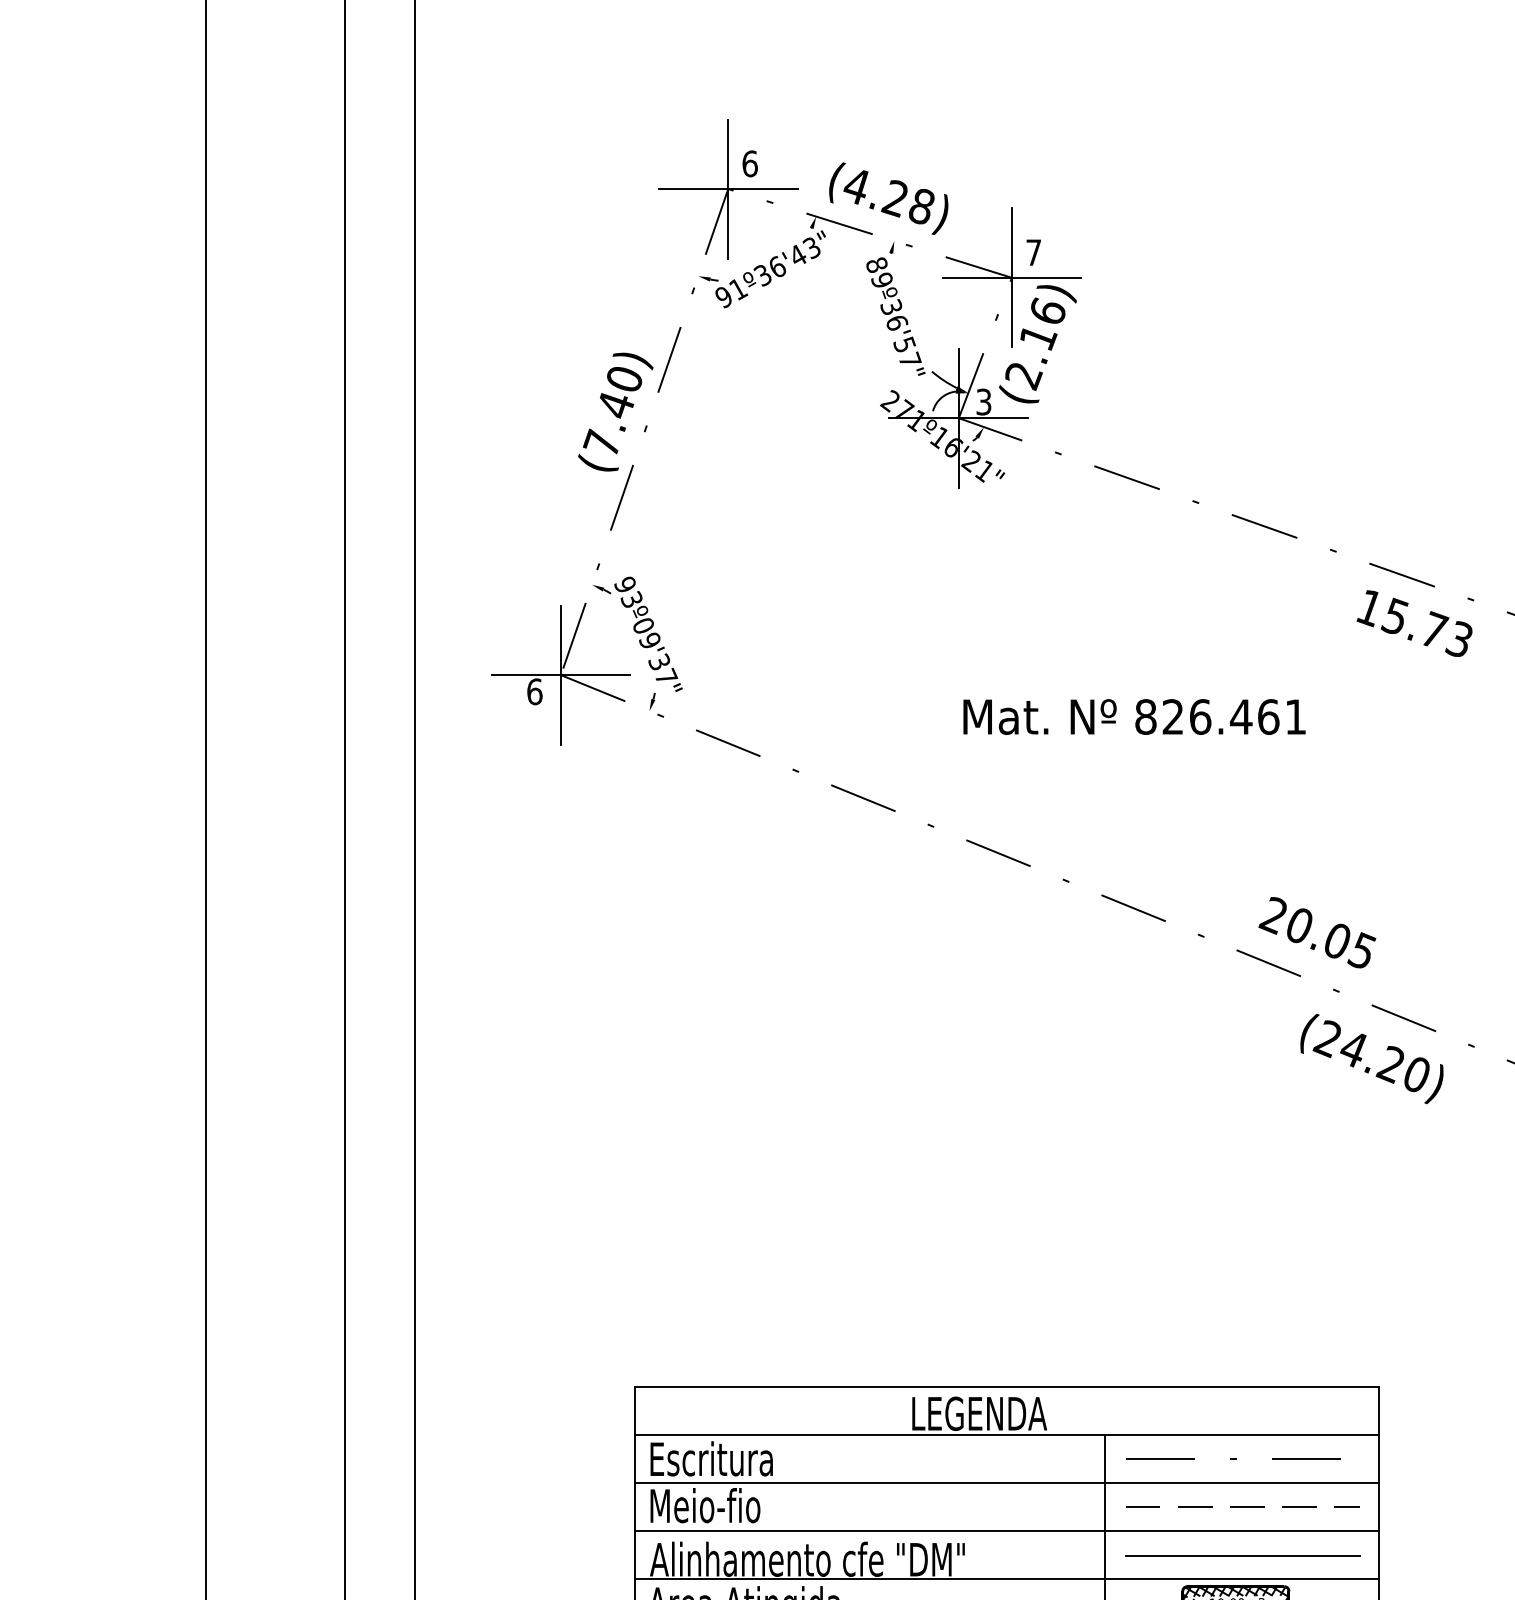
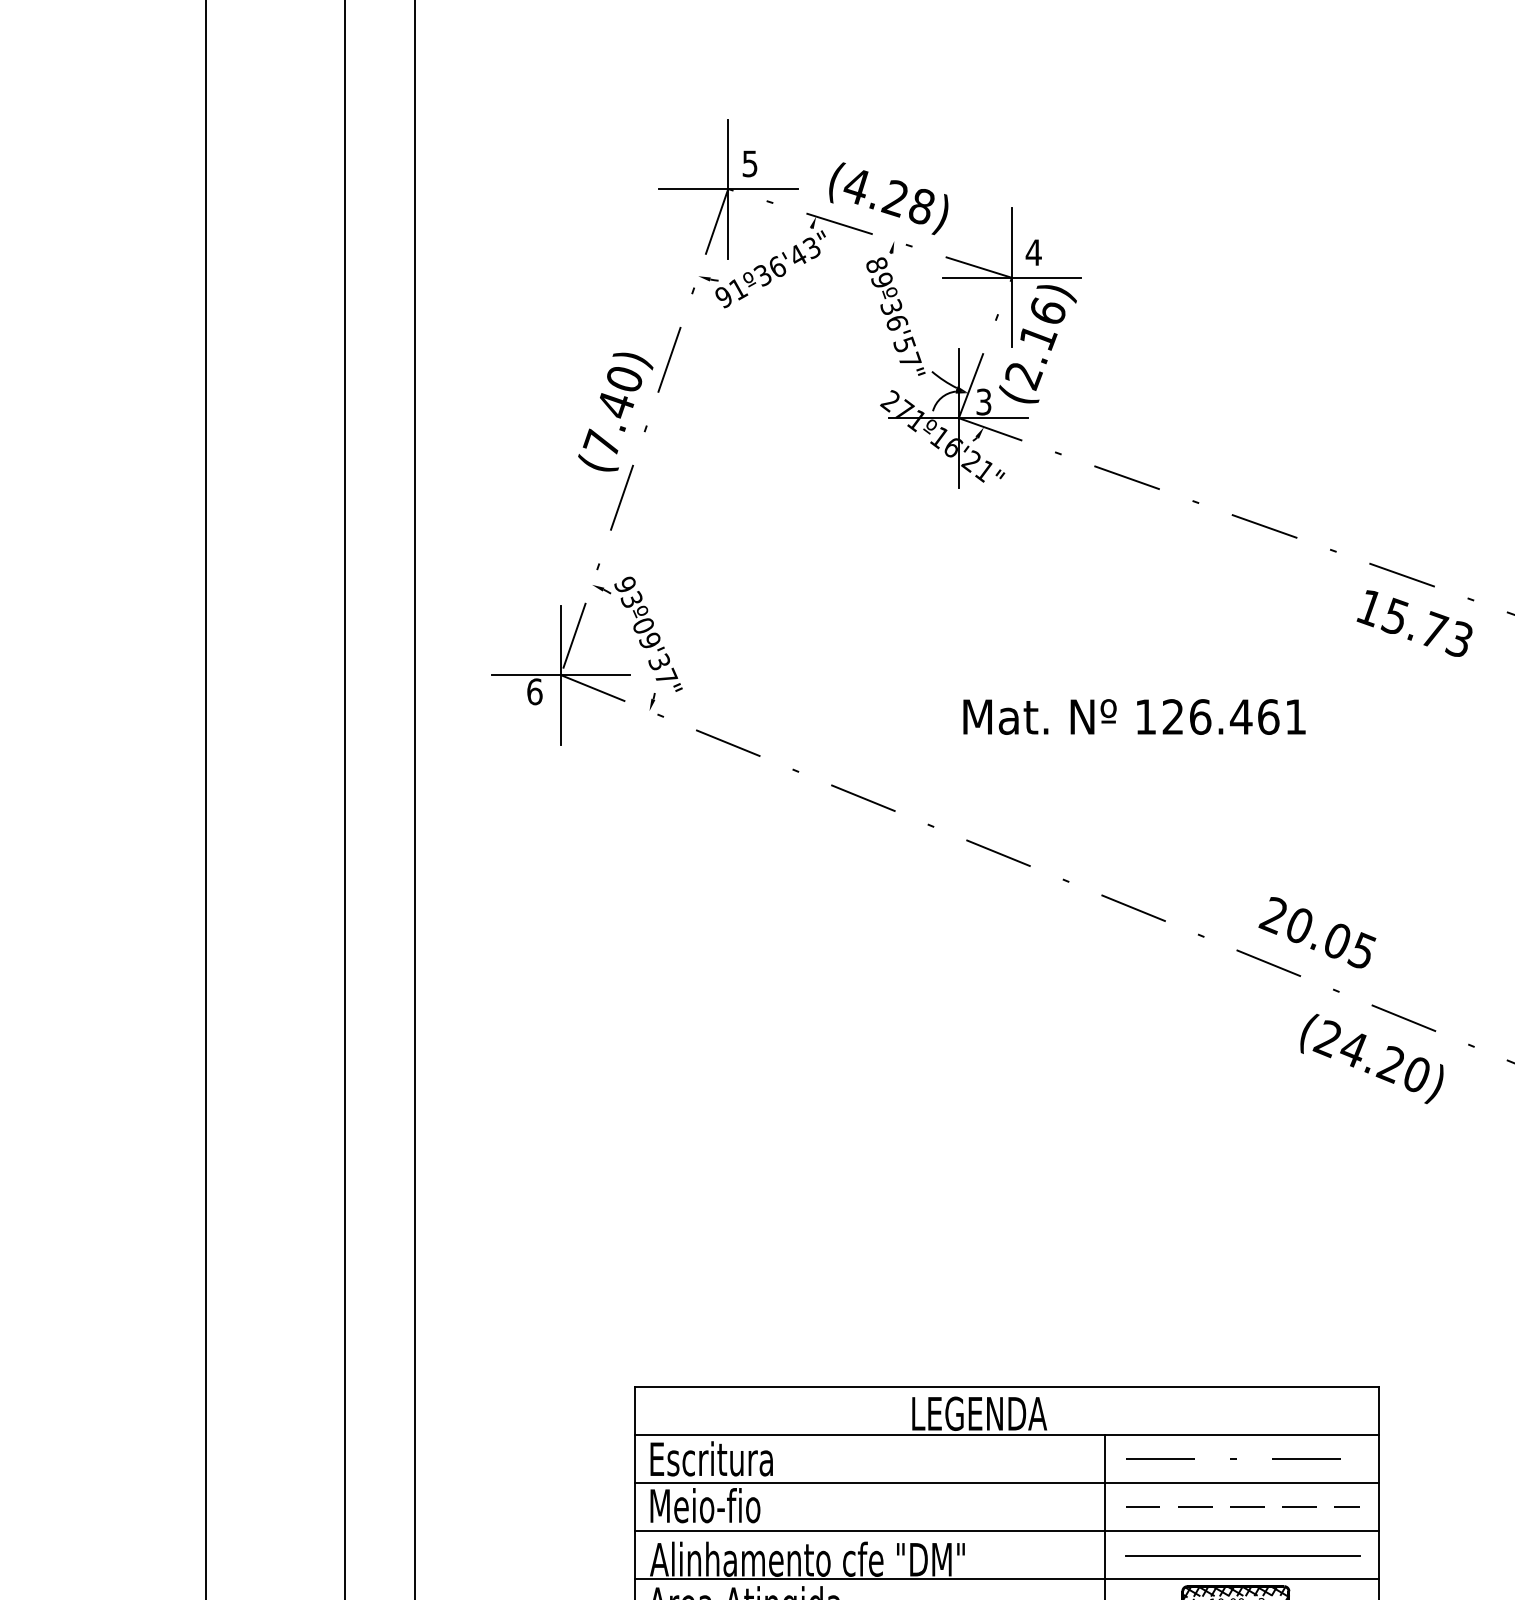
text at (749, 163): 6 -> 5
text at (1033, 252): 7 -> 4
text at (1145, 716): 826.461 -> 126.461
